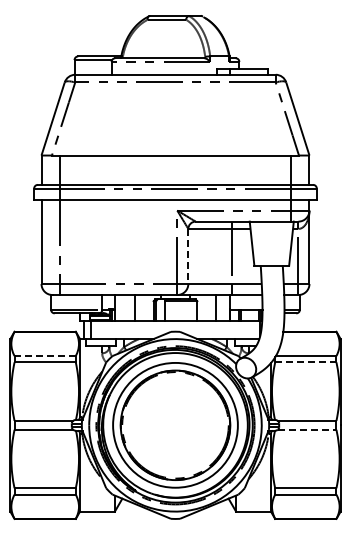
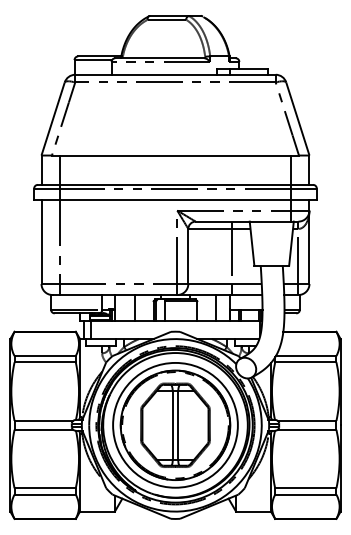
line at (188, 256): dashed -> solid
line at (45, 356): dashed -> solid
line at (305, 362): dashed -> solid
part at (175, 424): none -> present
line at (307, 429): dashed -> solid
